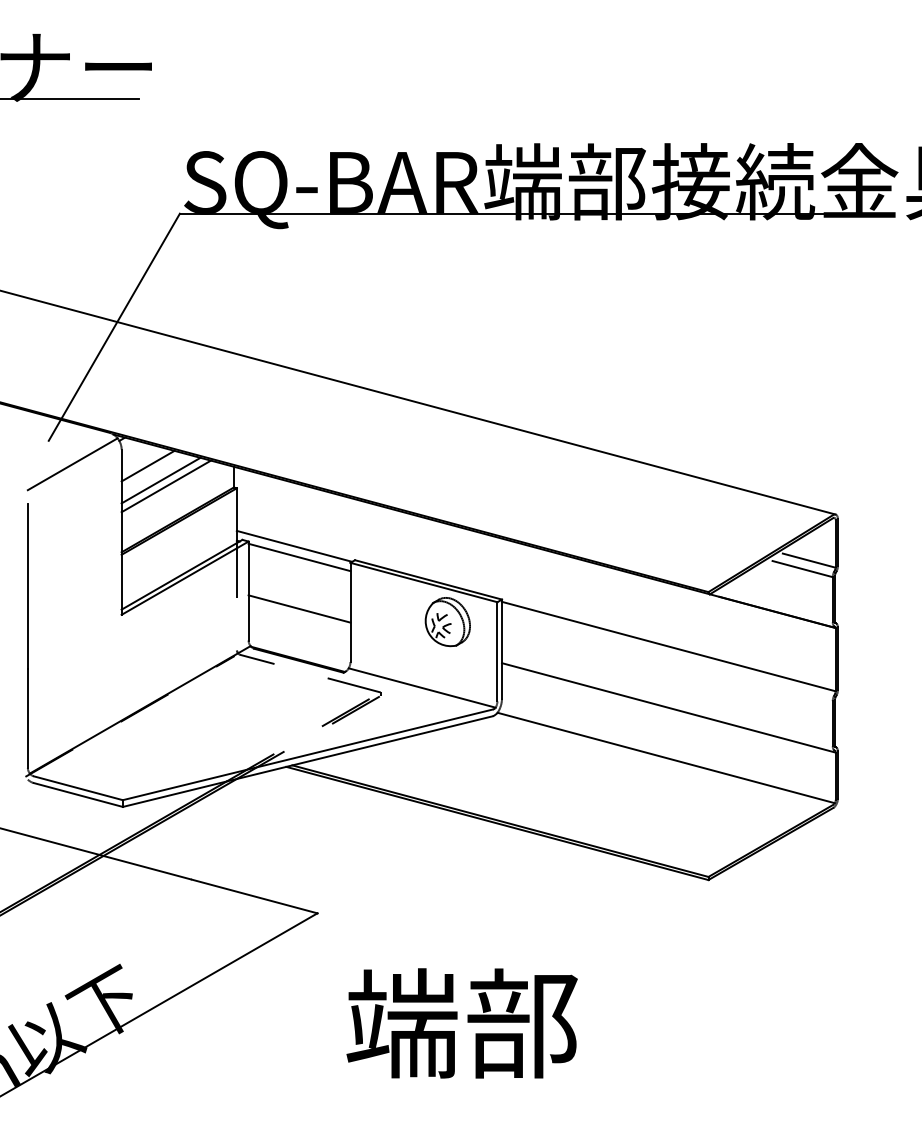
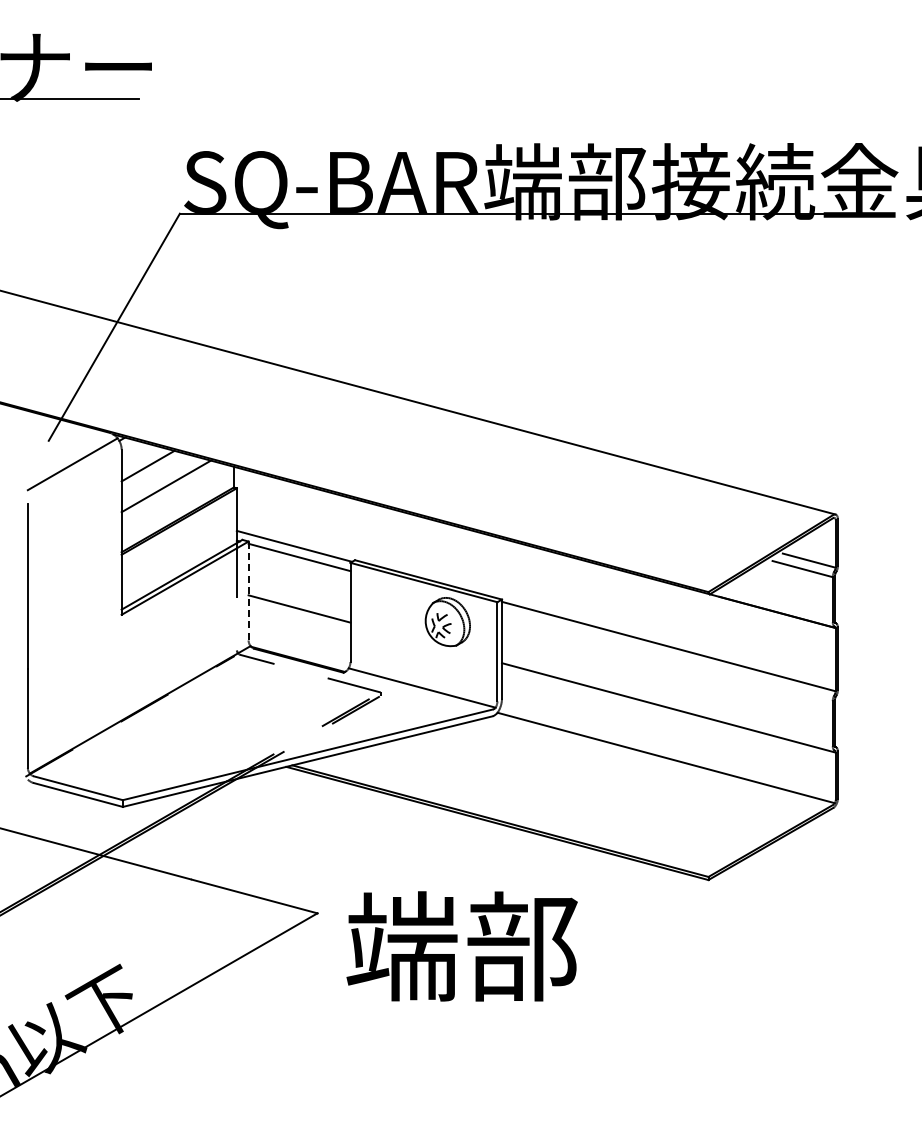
line at (160, 480): present -> none
line at (248, 591): solid -> dashed
text at (461, 1023) position: (461, 1023) -> (461, 946)
